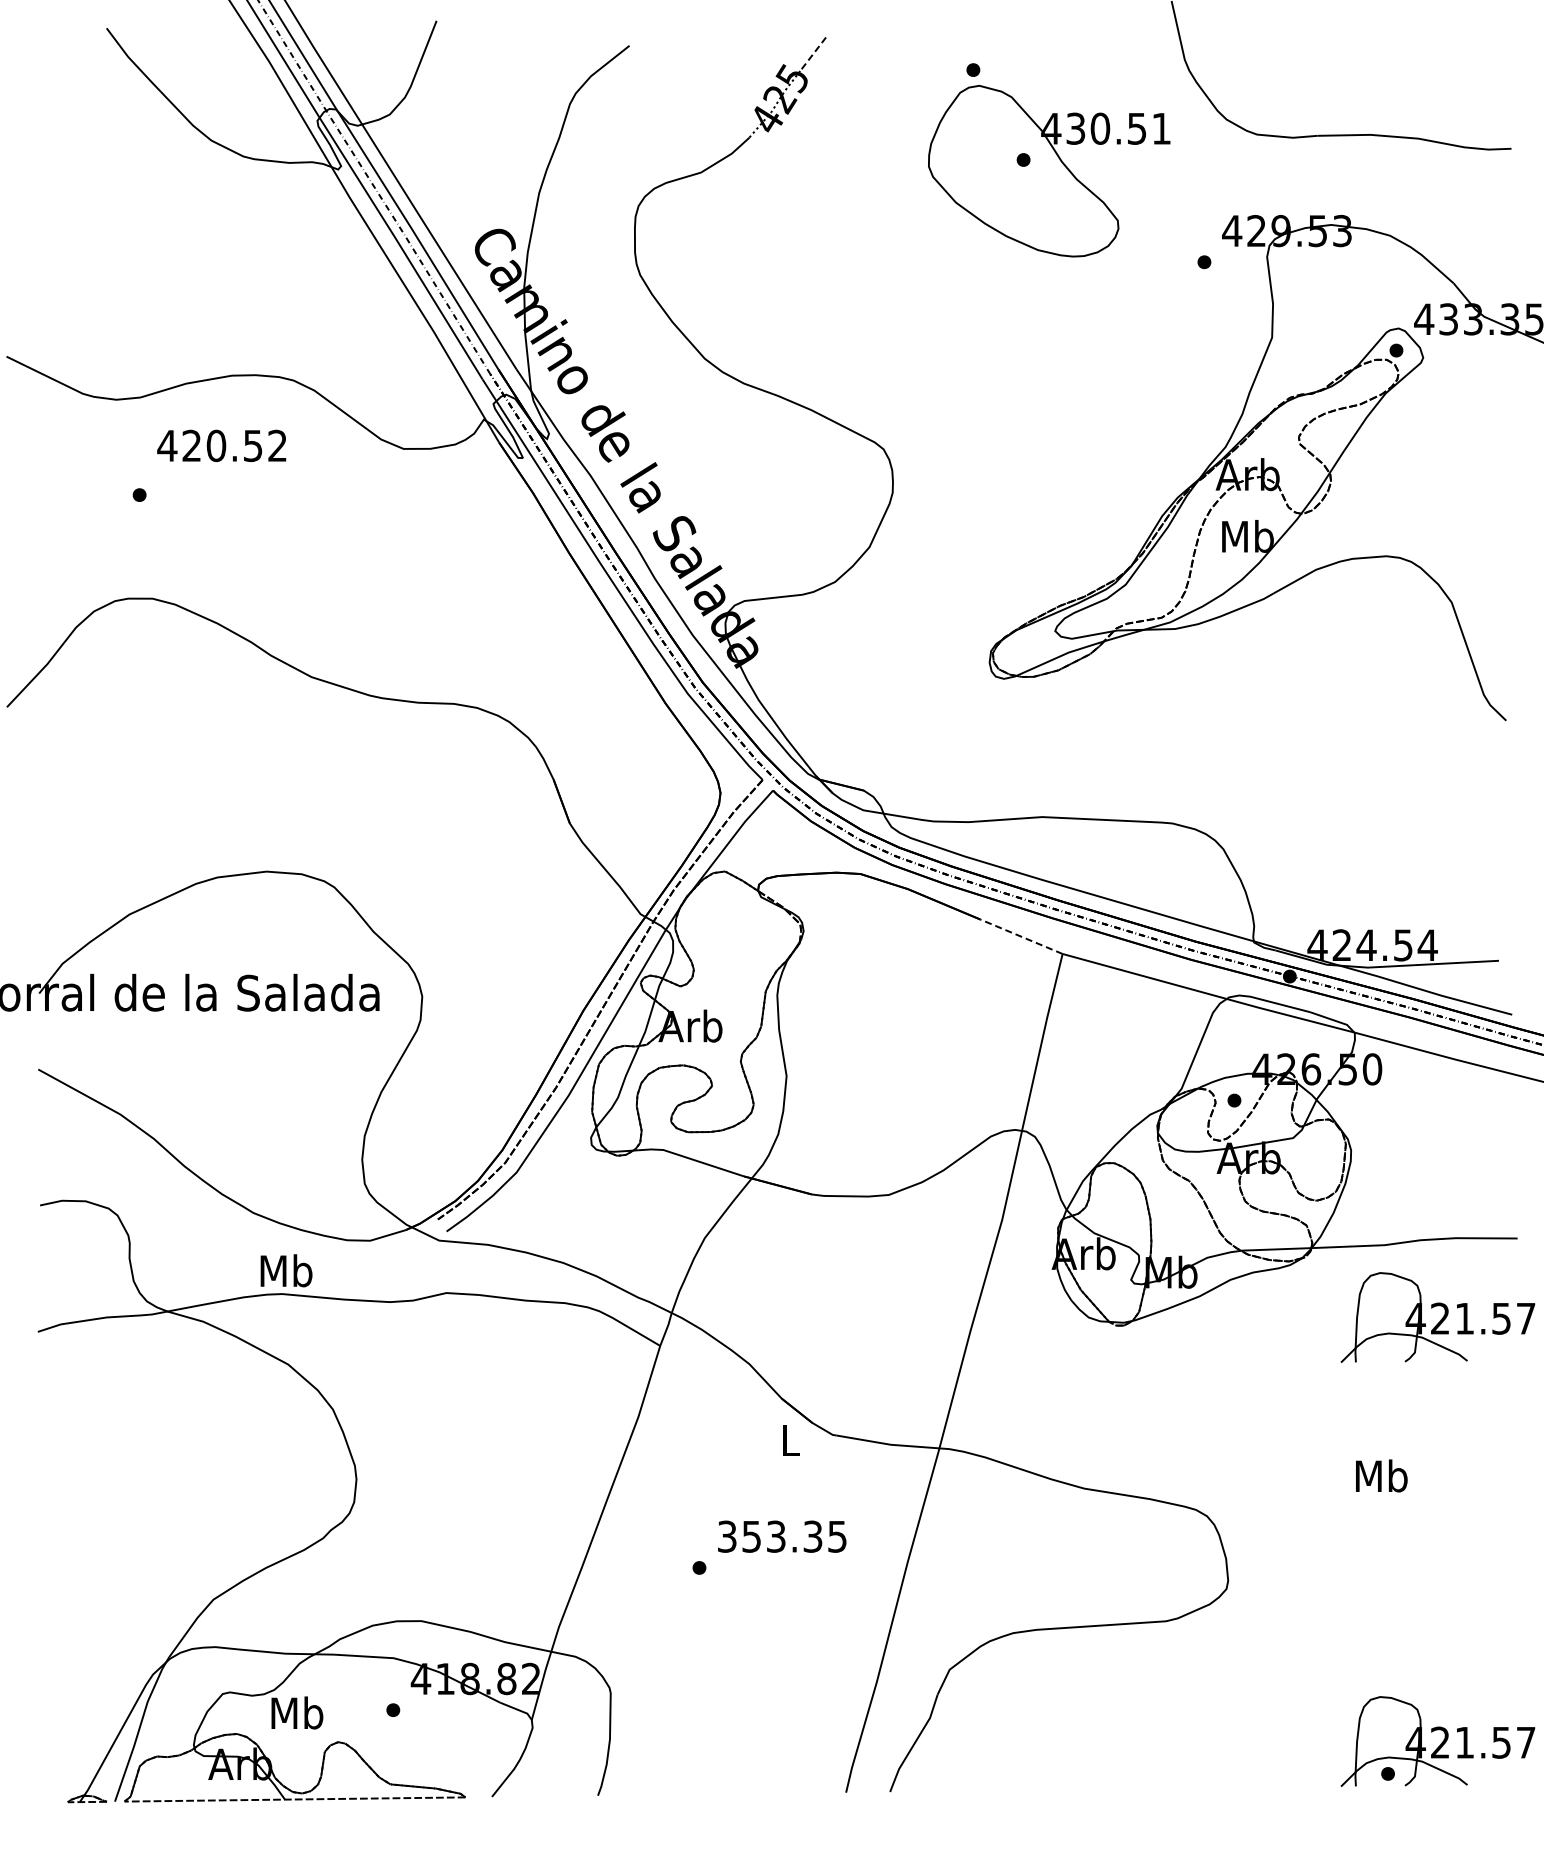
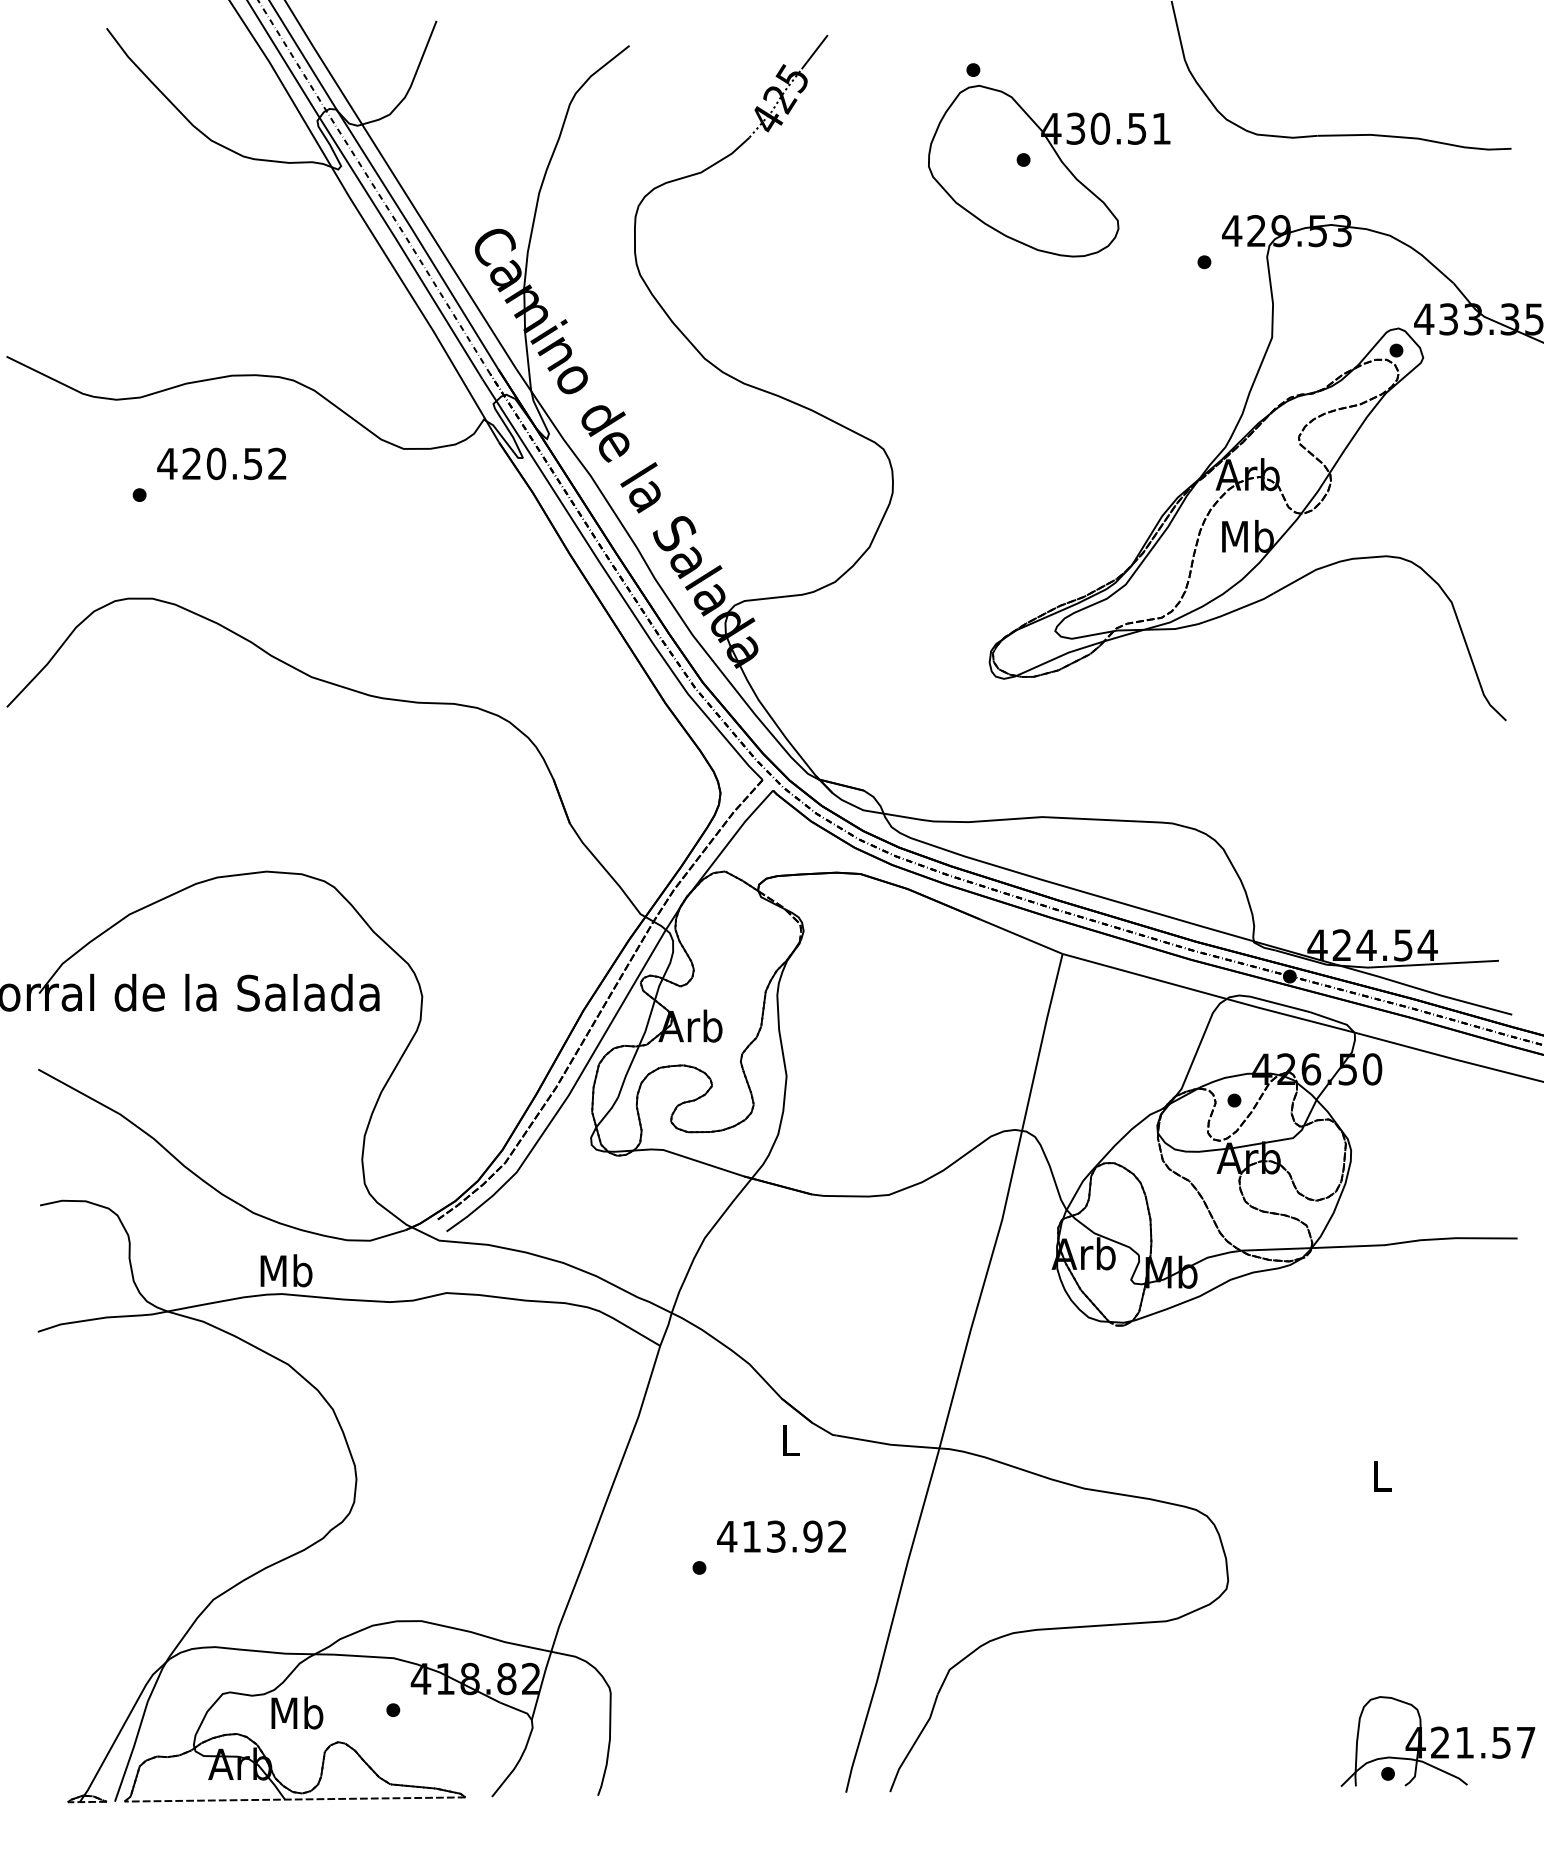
line at (815, 51): dashed -> solid
text at (221, 445) position: (221, 445) -> (221, 463)
line at (1021, 936): dashed -> solid
part at (1437, 1317): present -> none
text at (1381, 1475): Mb -> L
text at (781, 1536): 353.35 -> 413.92
